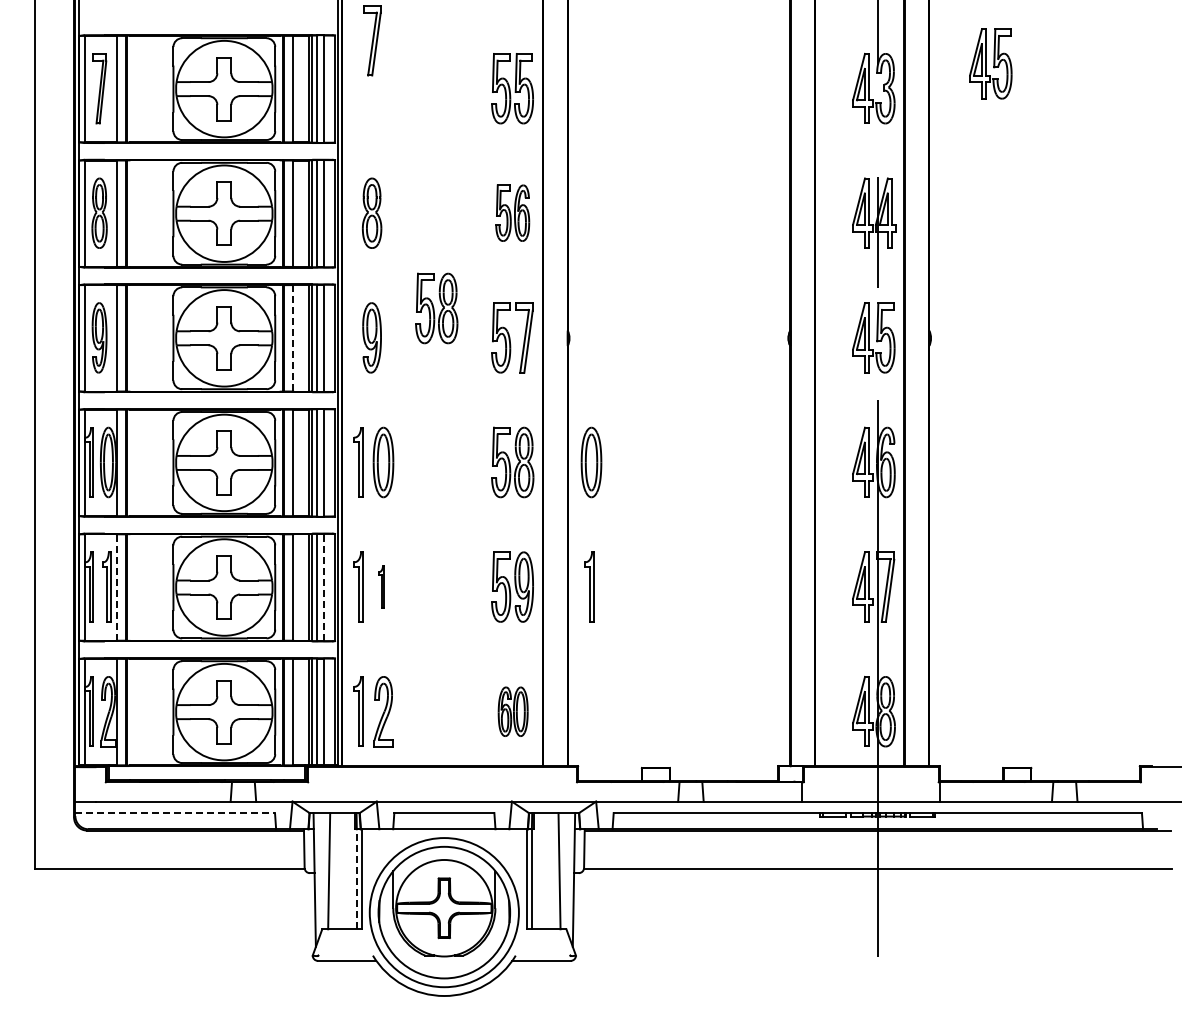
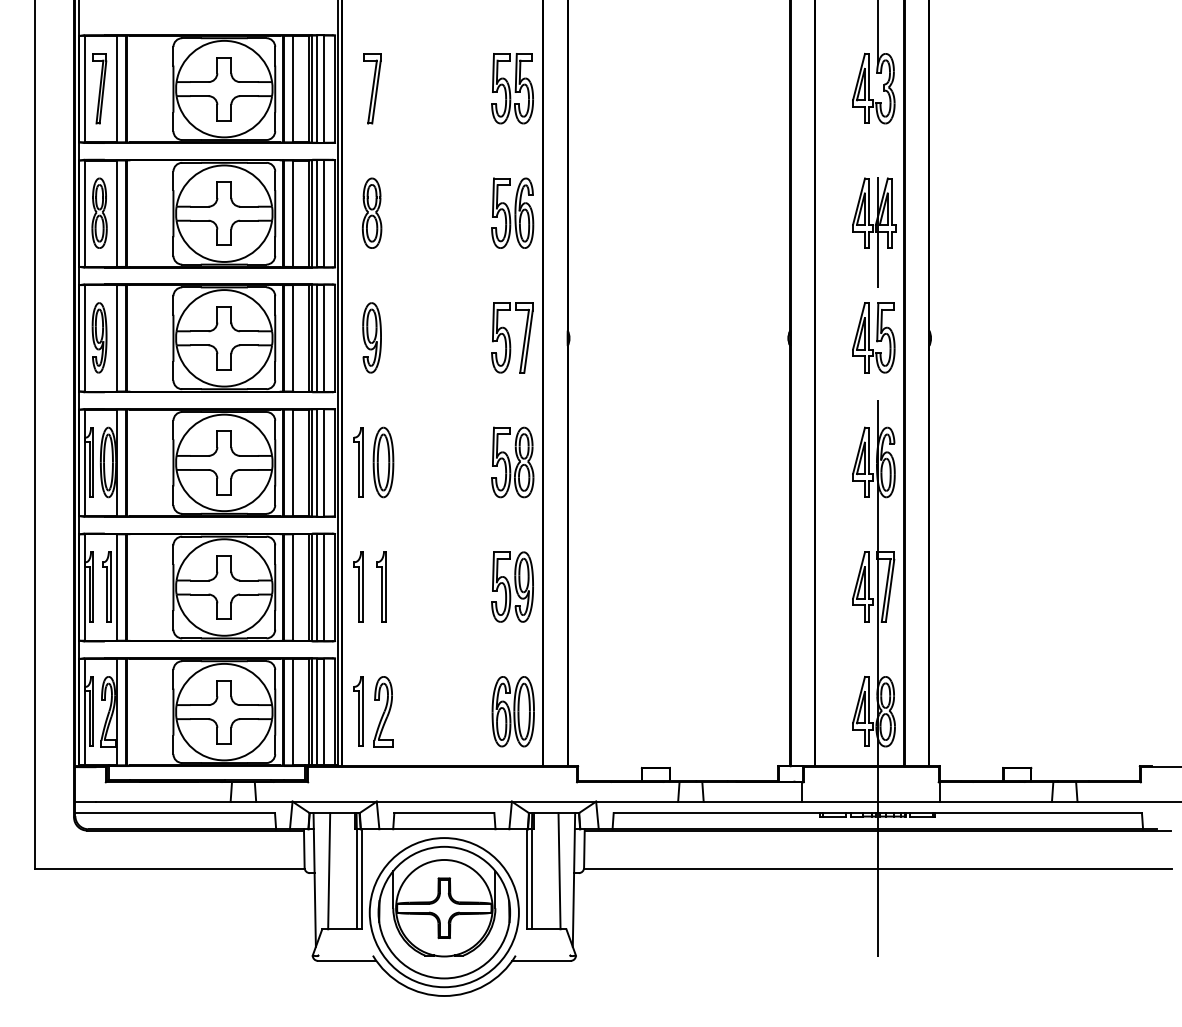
part at (372, 40) position: (372, 40) -> (372, 88)
part at (990, 63): present -> none
part at (512, 212) size: 36x58 px -> 44x72 px
part at (436, 308): present -> none
line at (293, 338): dashed -> solid
part at (591, 462): present -> none
part at (381, 586) size: 7x44 px -> 11x72 px
part at (589, 586): present -> none
line at (116, 587): dashed -> solid
line at (324, 587): dashed -> solid
part at (512, 711) size: 32x51 px -> 44x72 px
line at (175, 813): dashed -> solid
line at (356, 878): dashed -> solid
